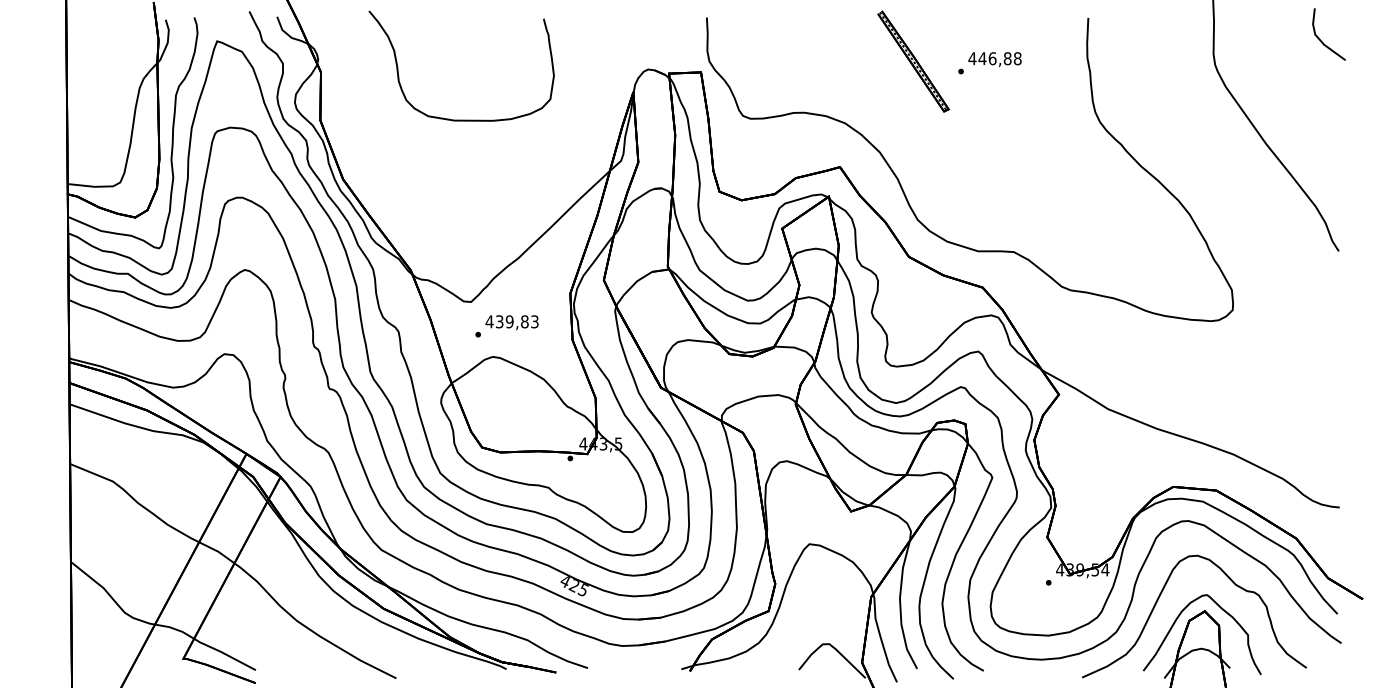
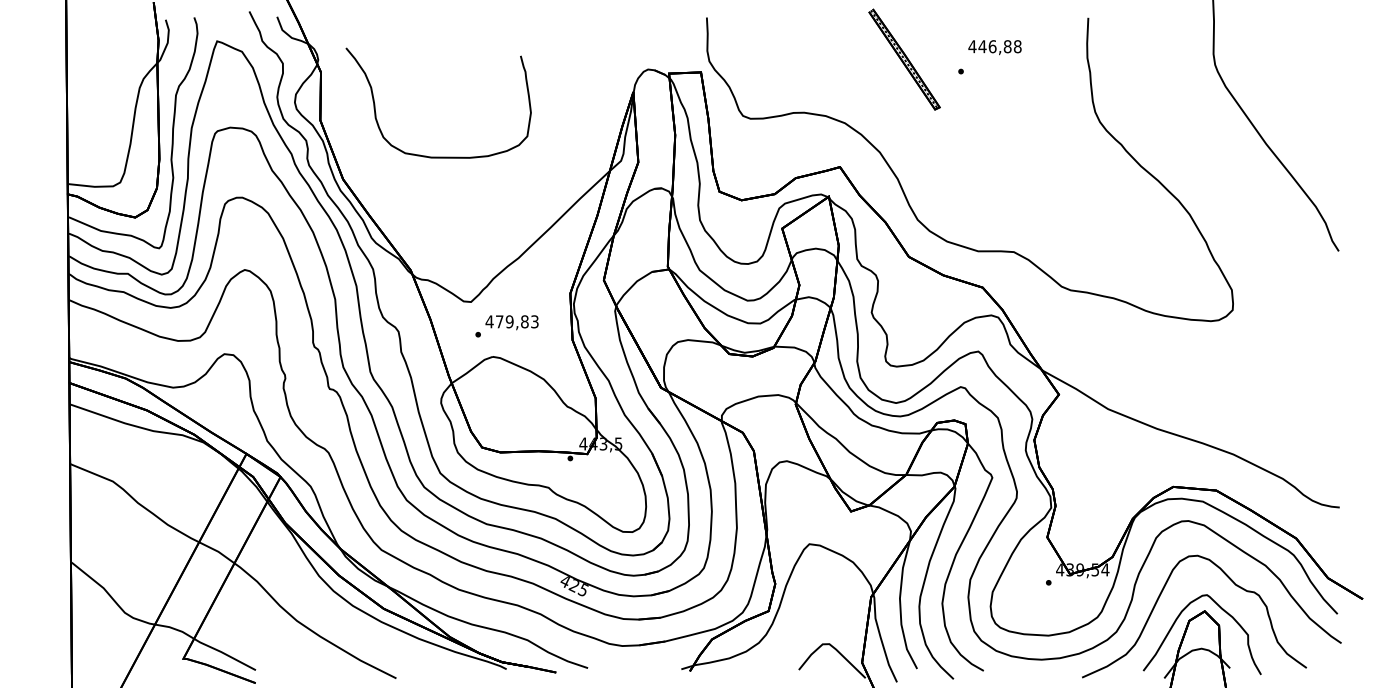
line at (1321, 40): present -> none
text at (994, 59) position: (994, 59) -> (994, 47)
part at (913, 61) position: (913, 61) -> (904, 59)
curve at (461, 119) position: (461, 119) -> (438, 156)
text at (499, 321): 439,83 -> 479,83
